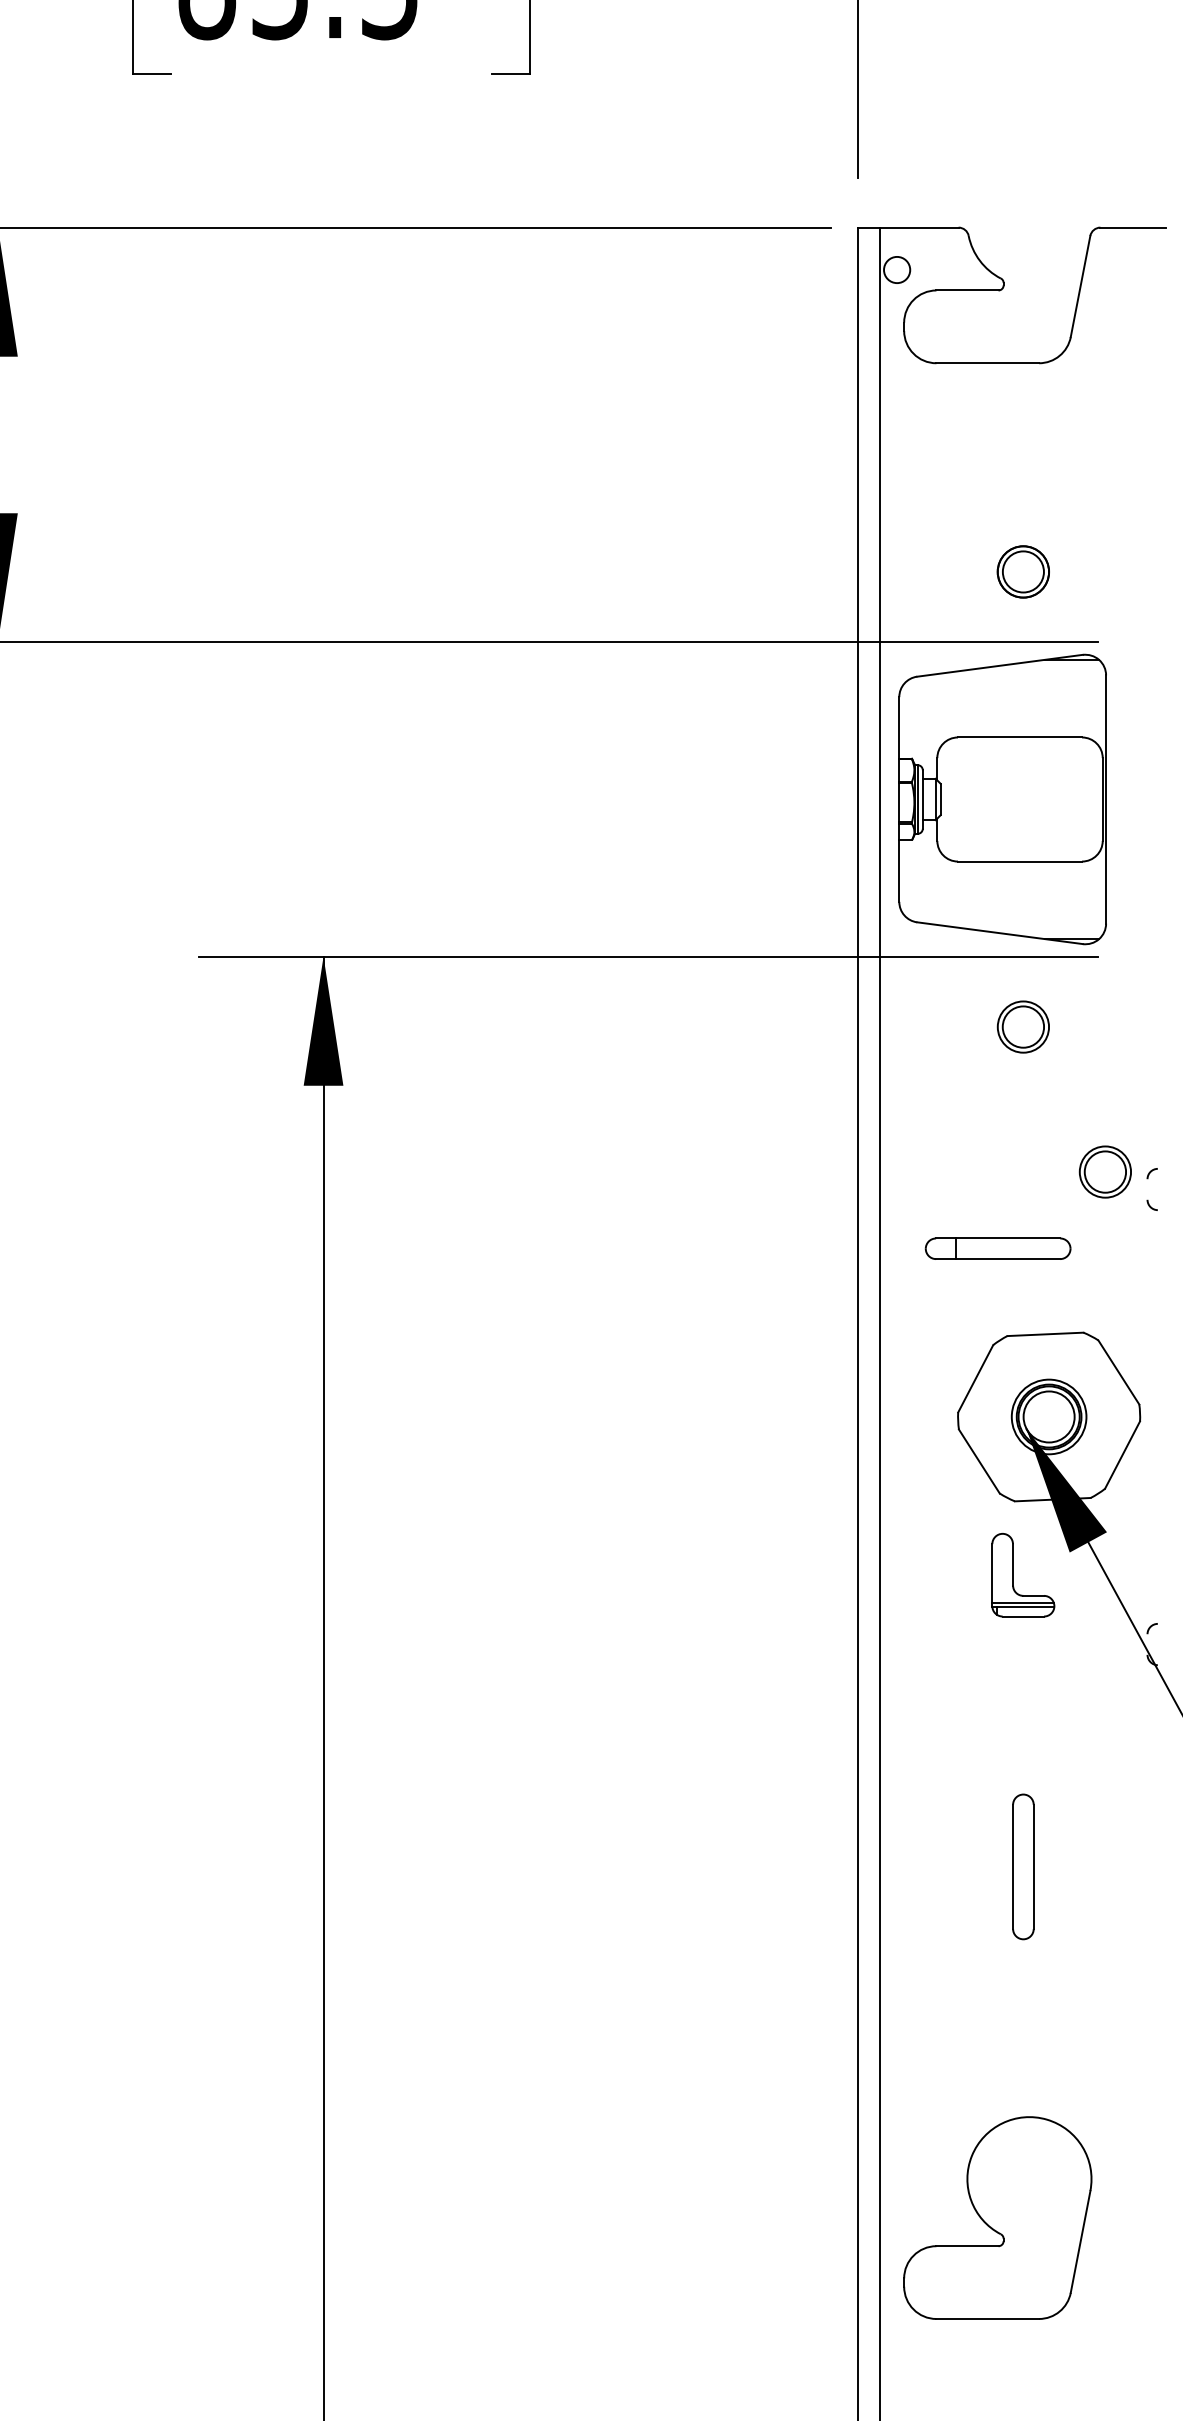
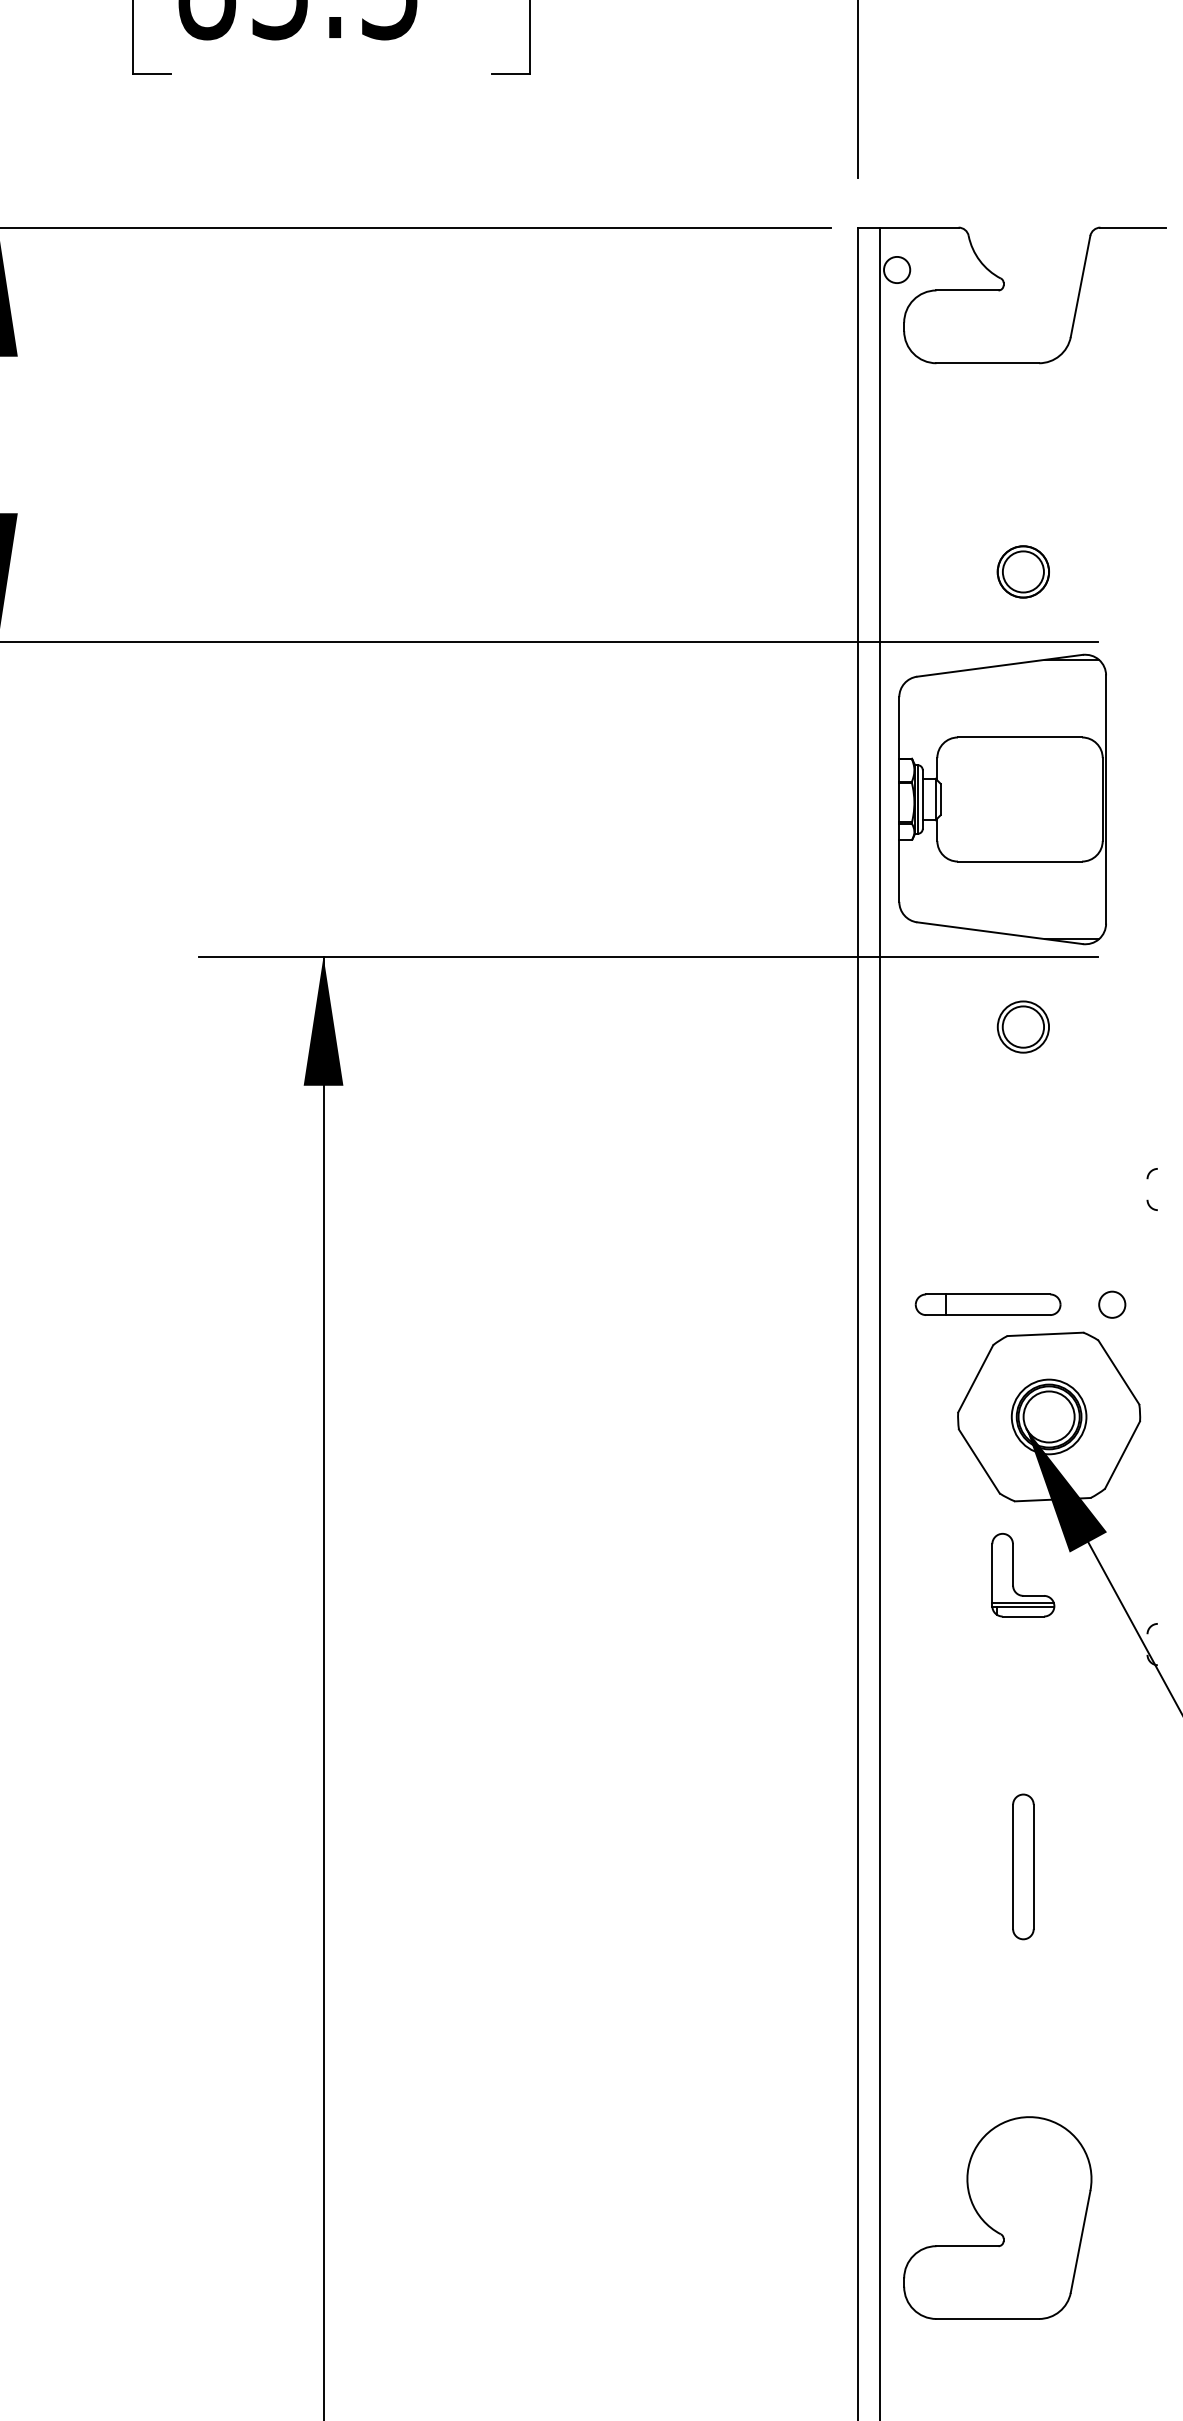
part at (1104, 1171): present -> none
part at (997, 1248) position: (997, 1248) -> (987, 1304)
circle at (1112, 1304): none -> present
